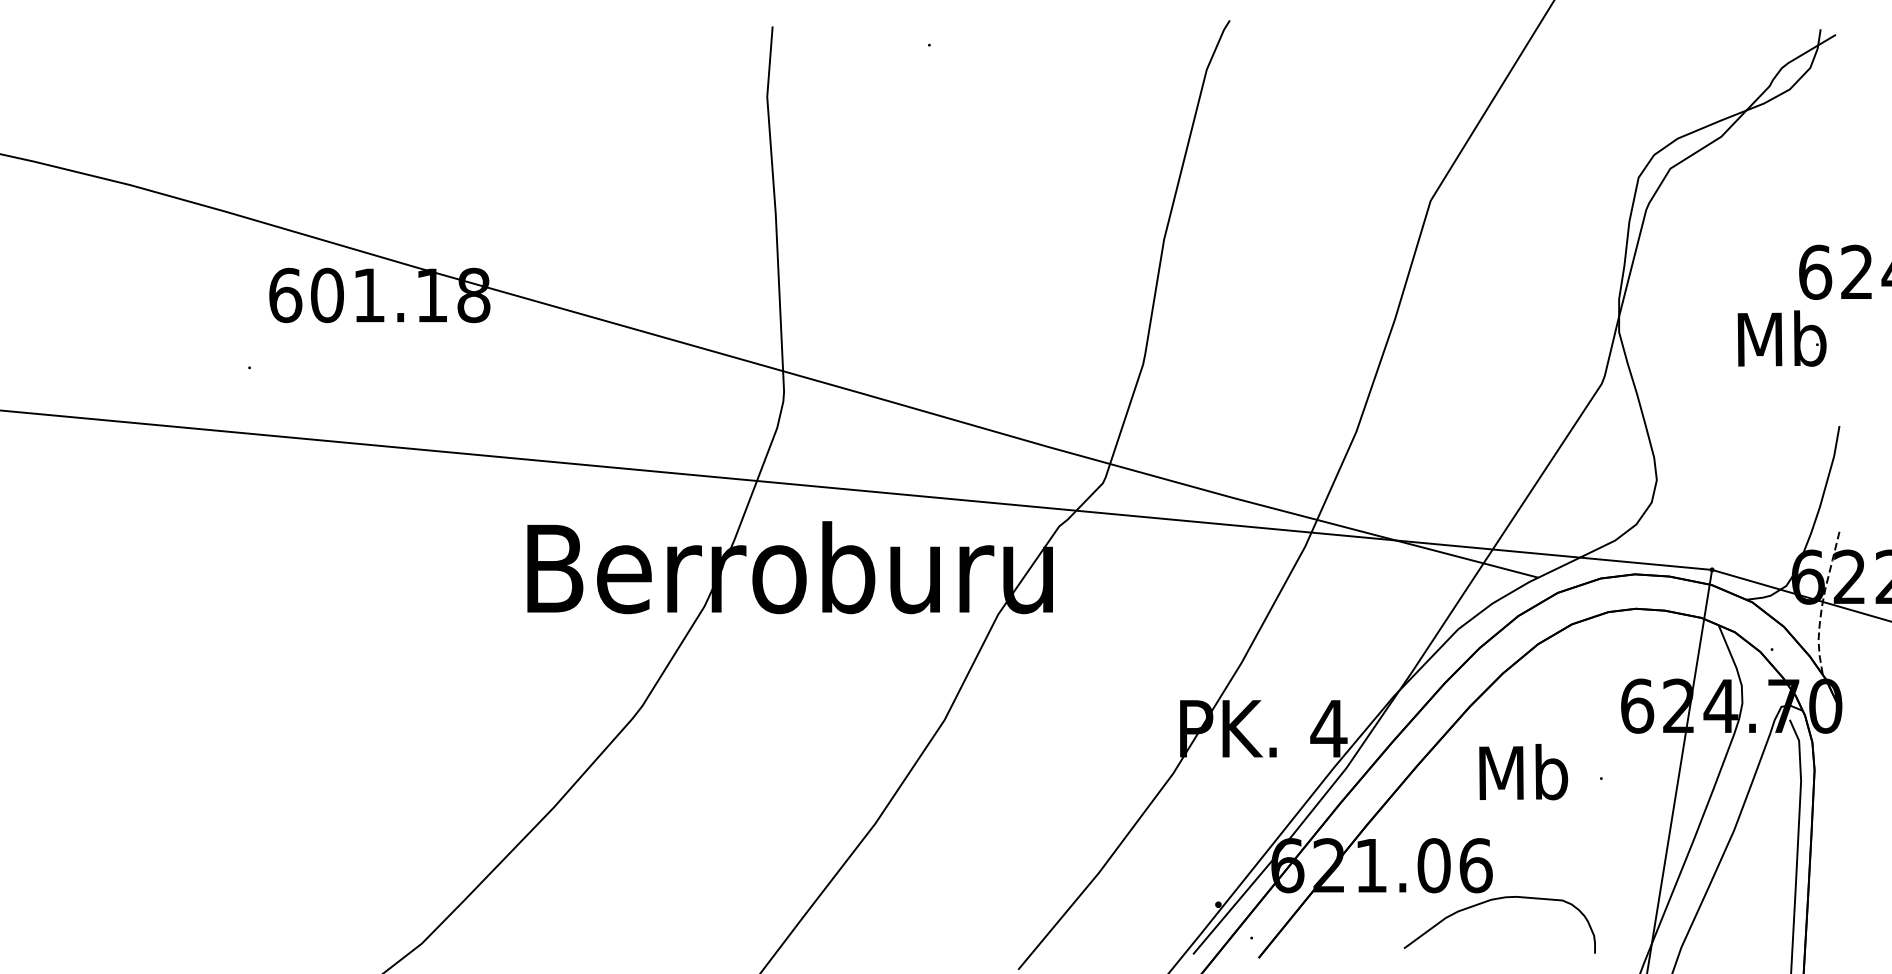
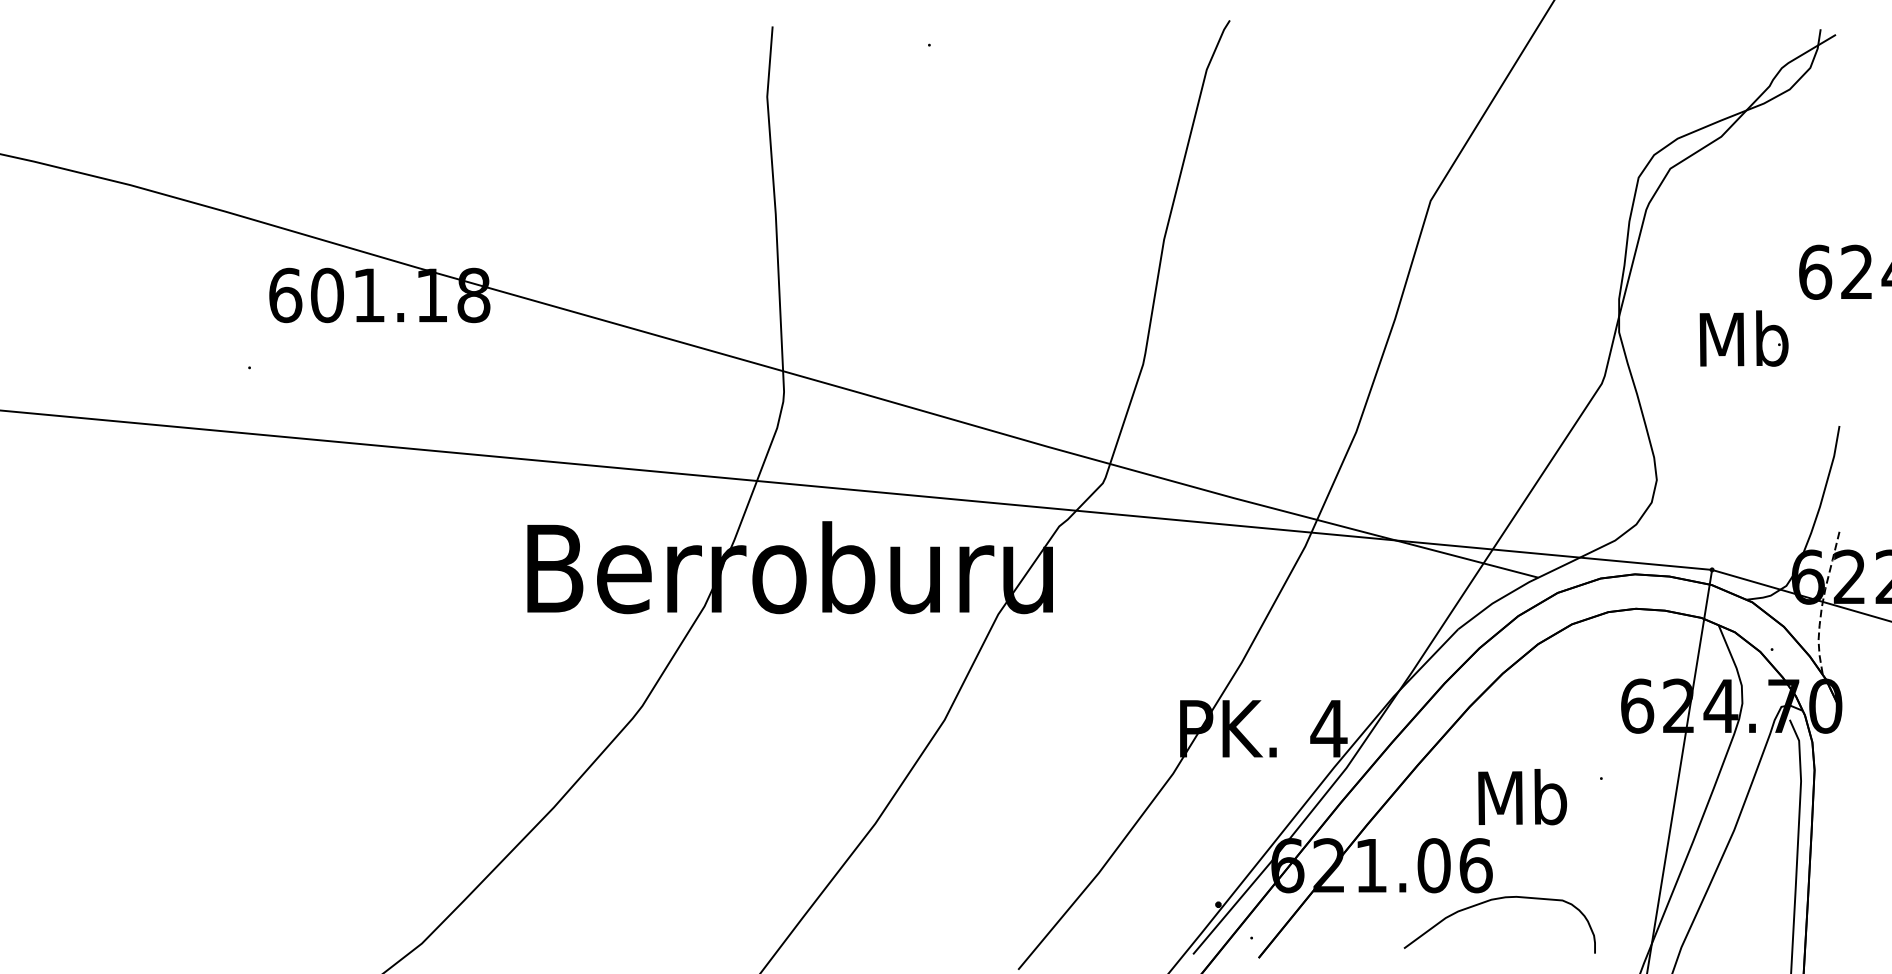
text at (1781, 338) position: (1781, 338) -> (1743, 338)
text at (1523, 772) position: (1523, 772) -> (1522, 797)
